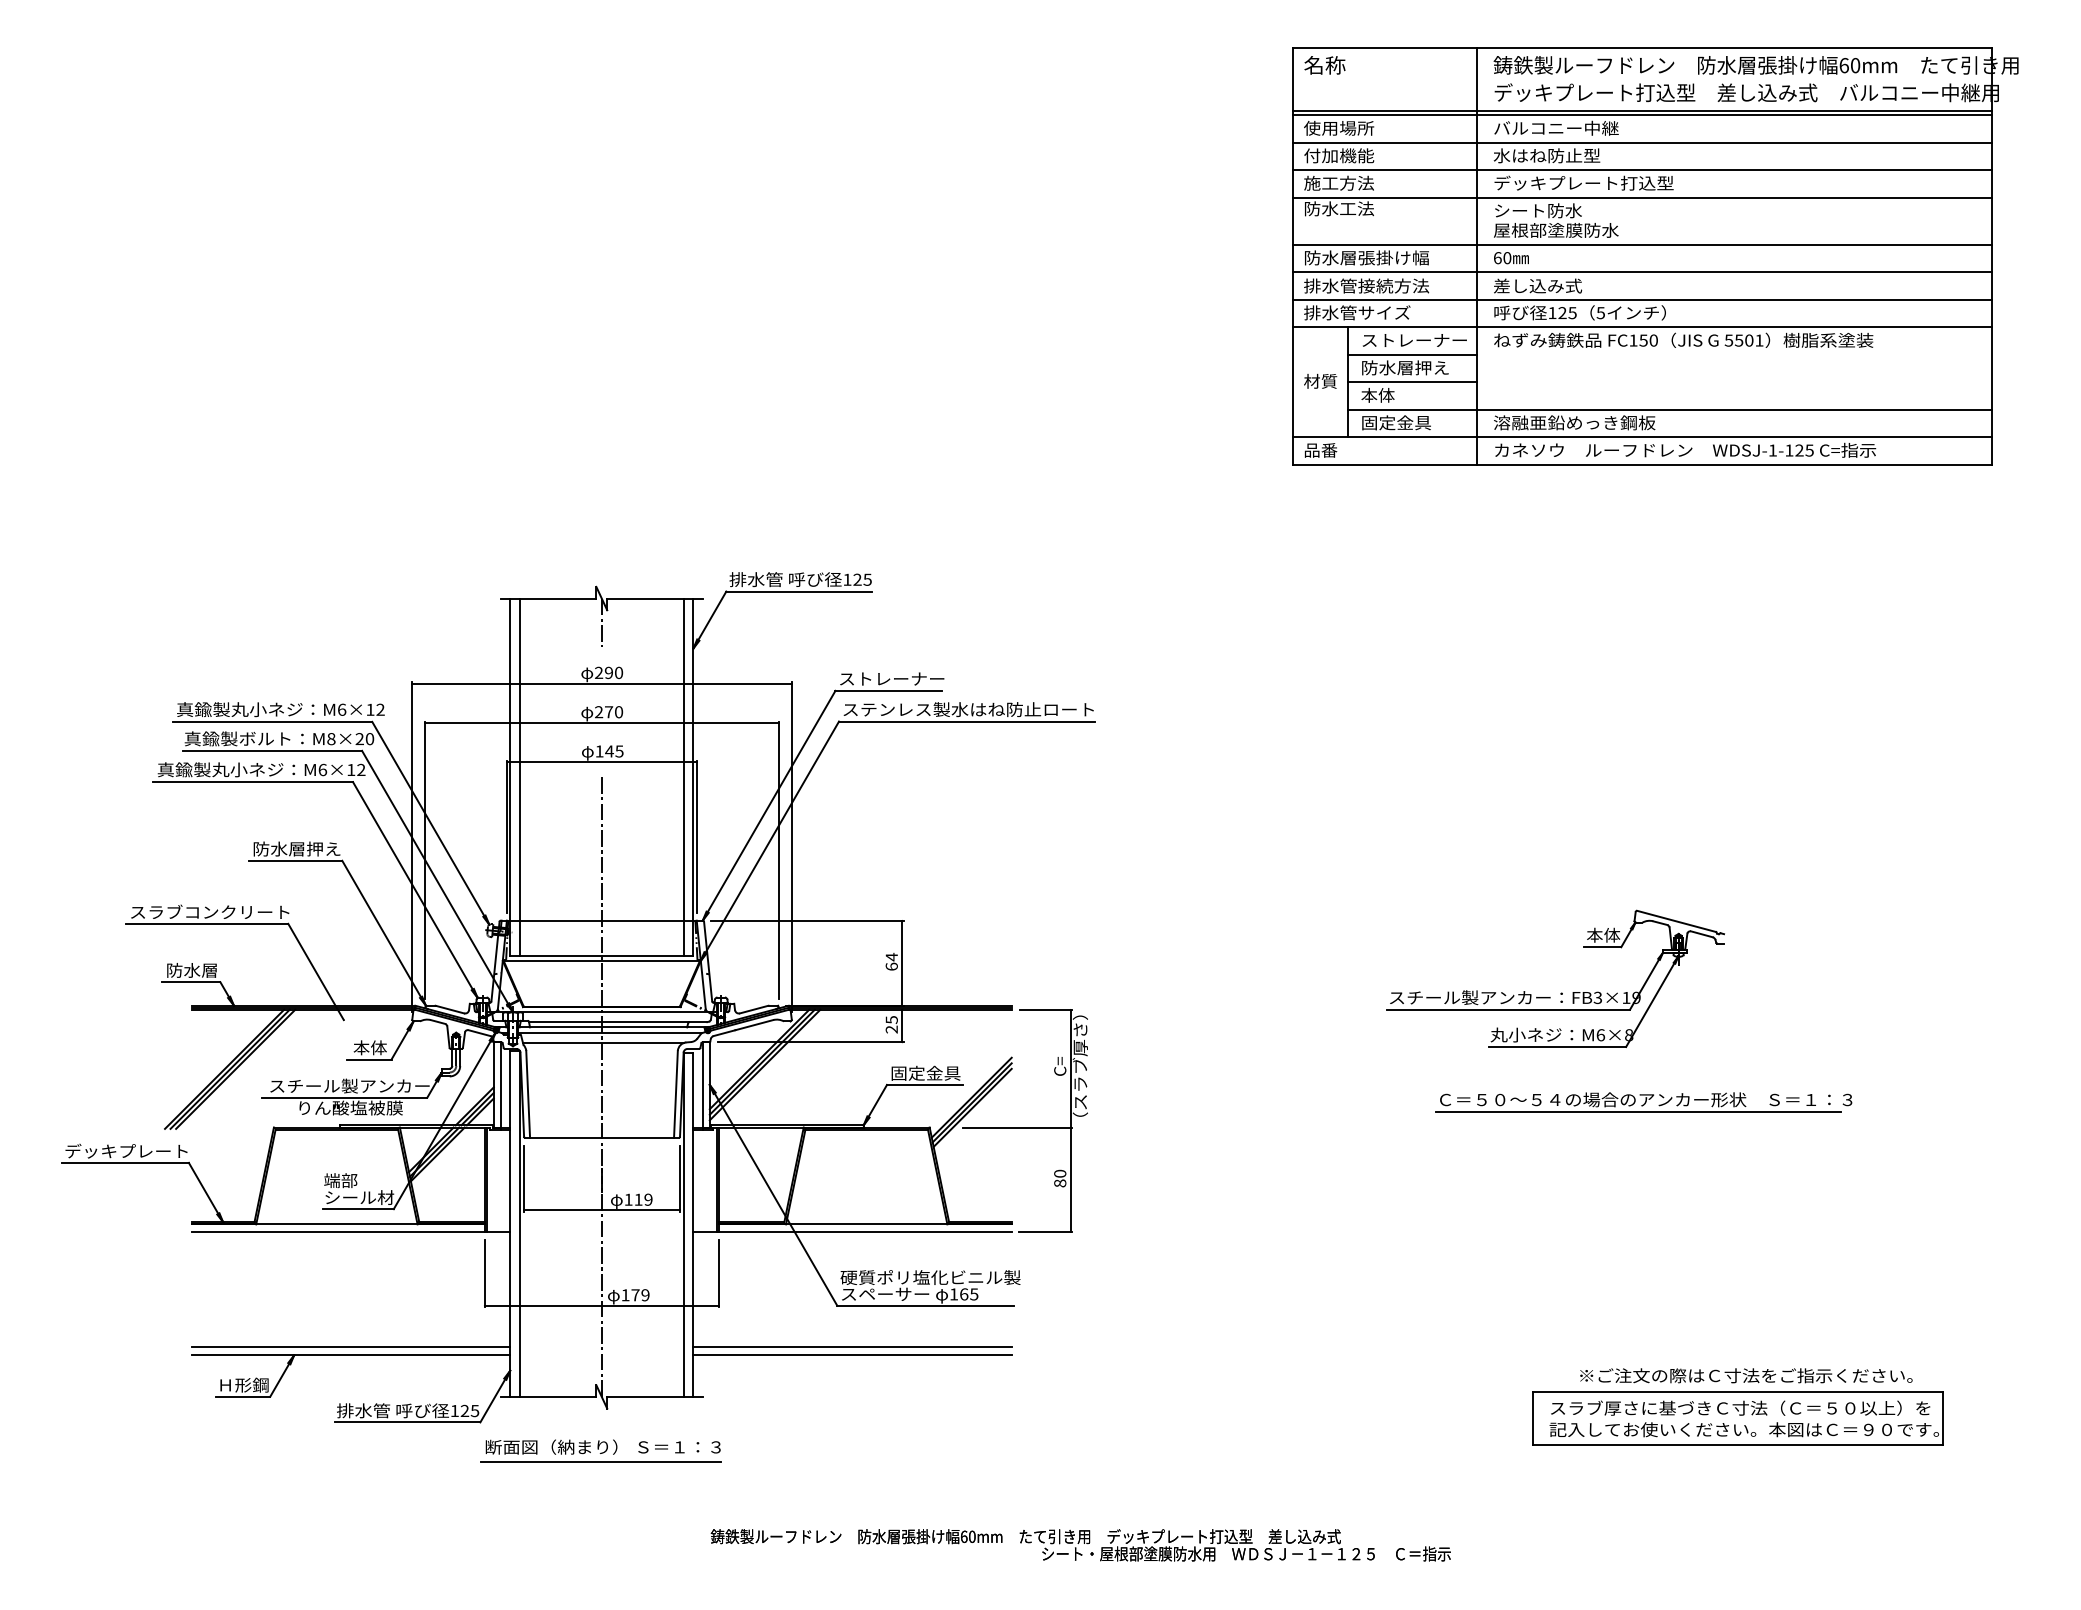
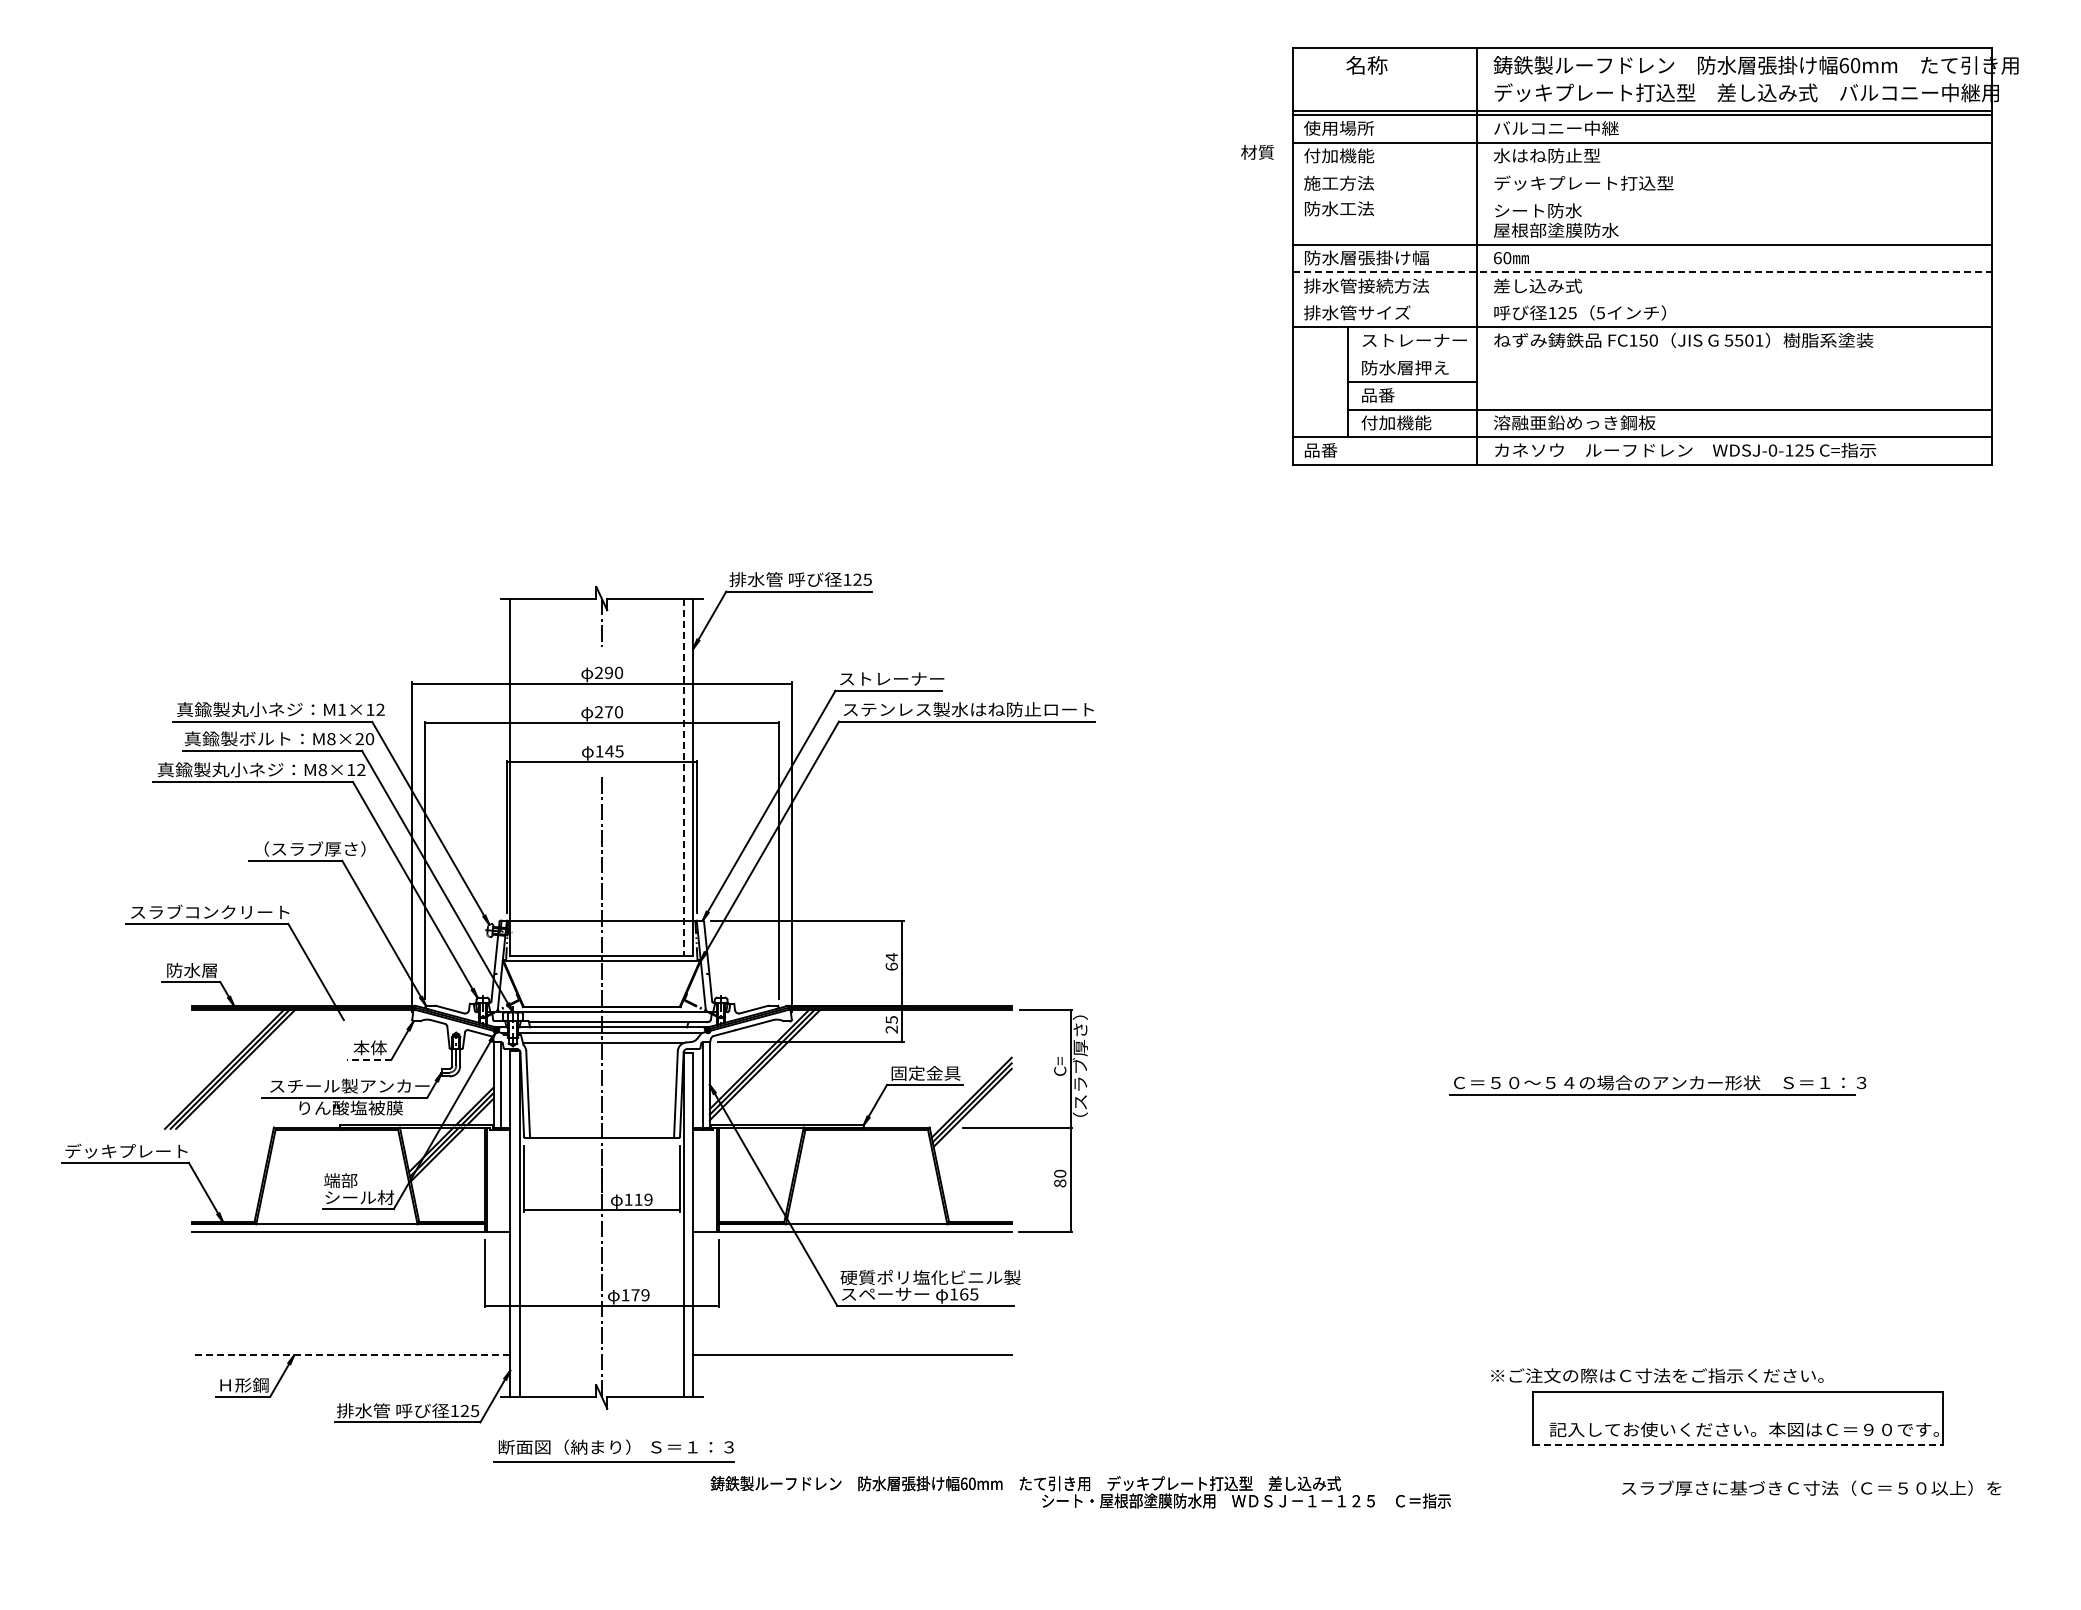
text at (1324, 65) position: (1324, 65) -> (1366, 65)
line at (1642, 170): present -> none
line at (1642, 197): present -> none
line at (1642, 272): solid -> dashed
line at (1642, 299): present -> none
line at (1411, 354): present -> none
text at (1320, 380) position: (1320, 380) -> (1257, 151)
text at (1377, 394): 本体 -> 品番
text at (1396, 422): 固定金具 -> 付加機能
text at (1772, 450): WDSJ-1-125 -> WDSJ-0-125
text at (342, 709): M6×12 -> M1×12
text at (322, 769): M6×12 -> M8×12
line at (519, 777): present -> none
line at (683, 777): solid -> dashed
text at (309, 848): 防水層押え -> （スラブ厚さ）
part at (1561, 992): present -> none
line at (369, 1059): solid -> dashed
part at (1643, 1102) position: (1643, 1102) -> (1657, 1085)
line at (351, 1347): present -> none
line at (852, 1347): present -> none
line at (350, 1355): solid -> dashed
text at (1746, 1375) position: (1746, 1375) -> (1657, 1375)
text at (1740, 1407) position: (1740, 1407) -> (1811, 1487)
line at (1738, 1444): solid -> dashed
part at (600, 1450) position: (600, 1450) -> (613, 1450)
text at (1080, 1545) position: (1080, 1545) -> (1080, 1492)
